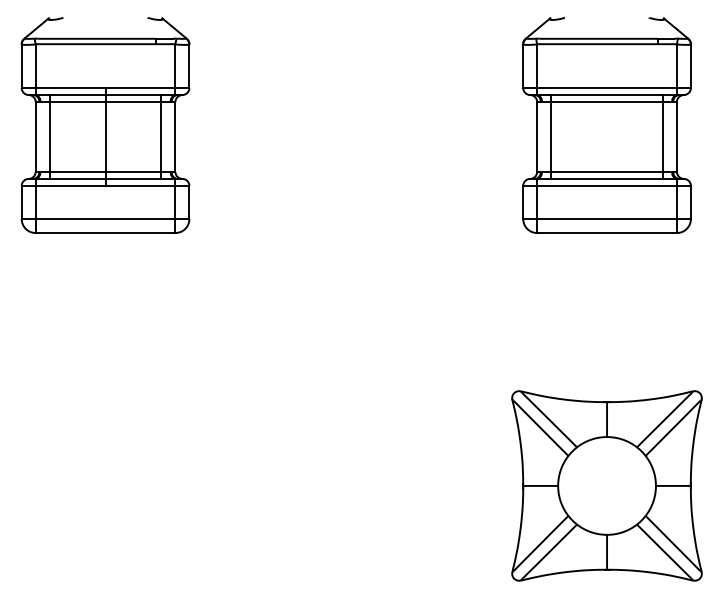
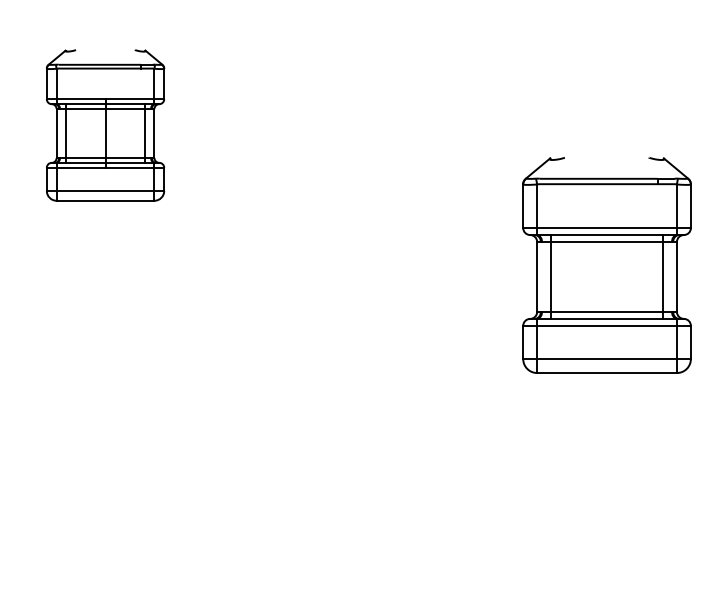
part at (105, 125) size: 171x217 px -> 120x153 px
part at (606, 125) position: (606, 125) -> (606, 265)
part at (606, 485): present -> none
